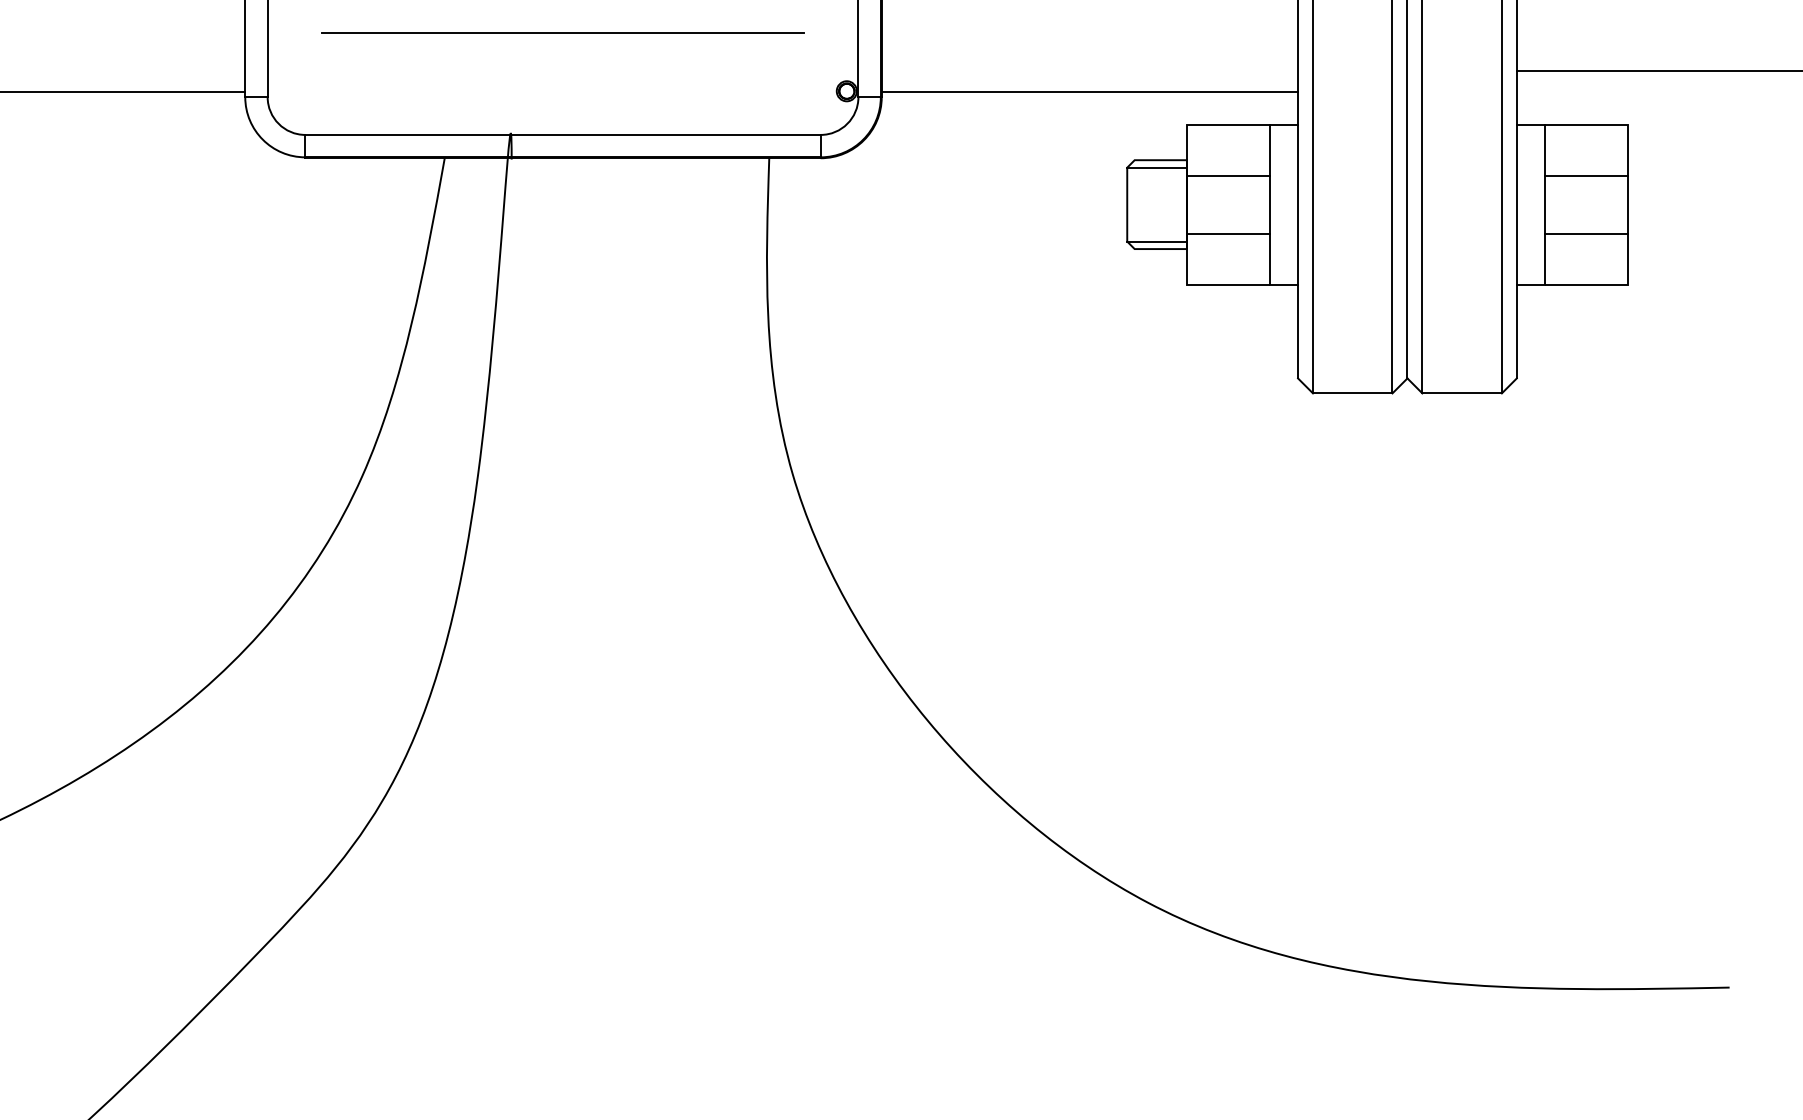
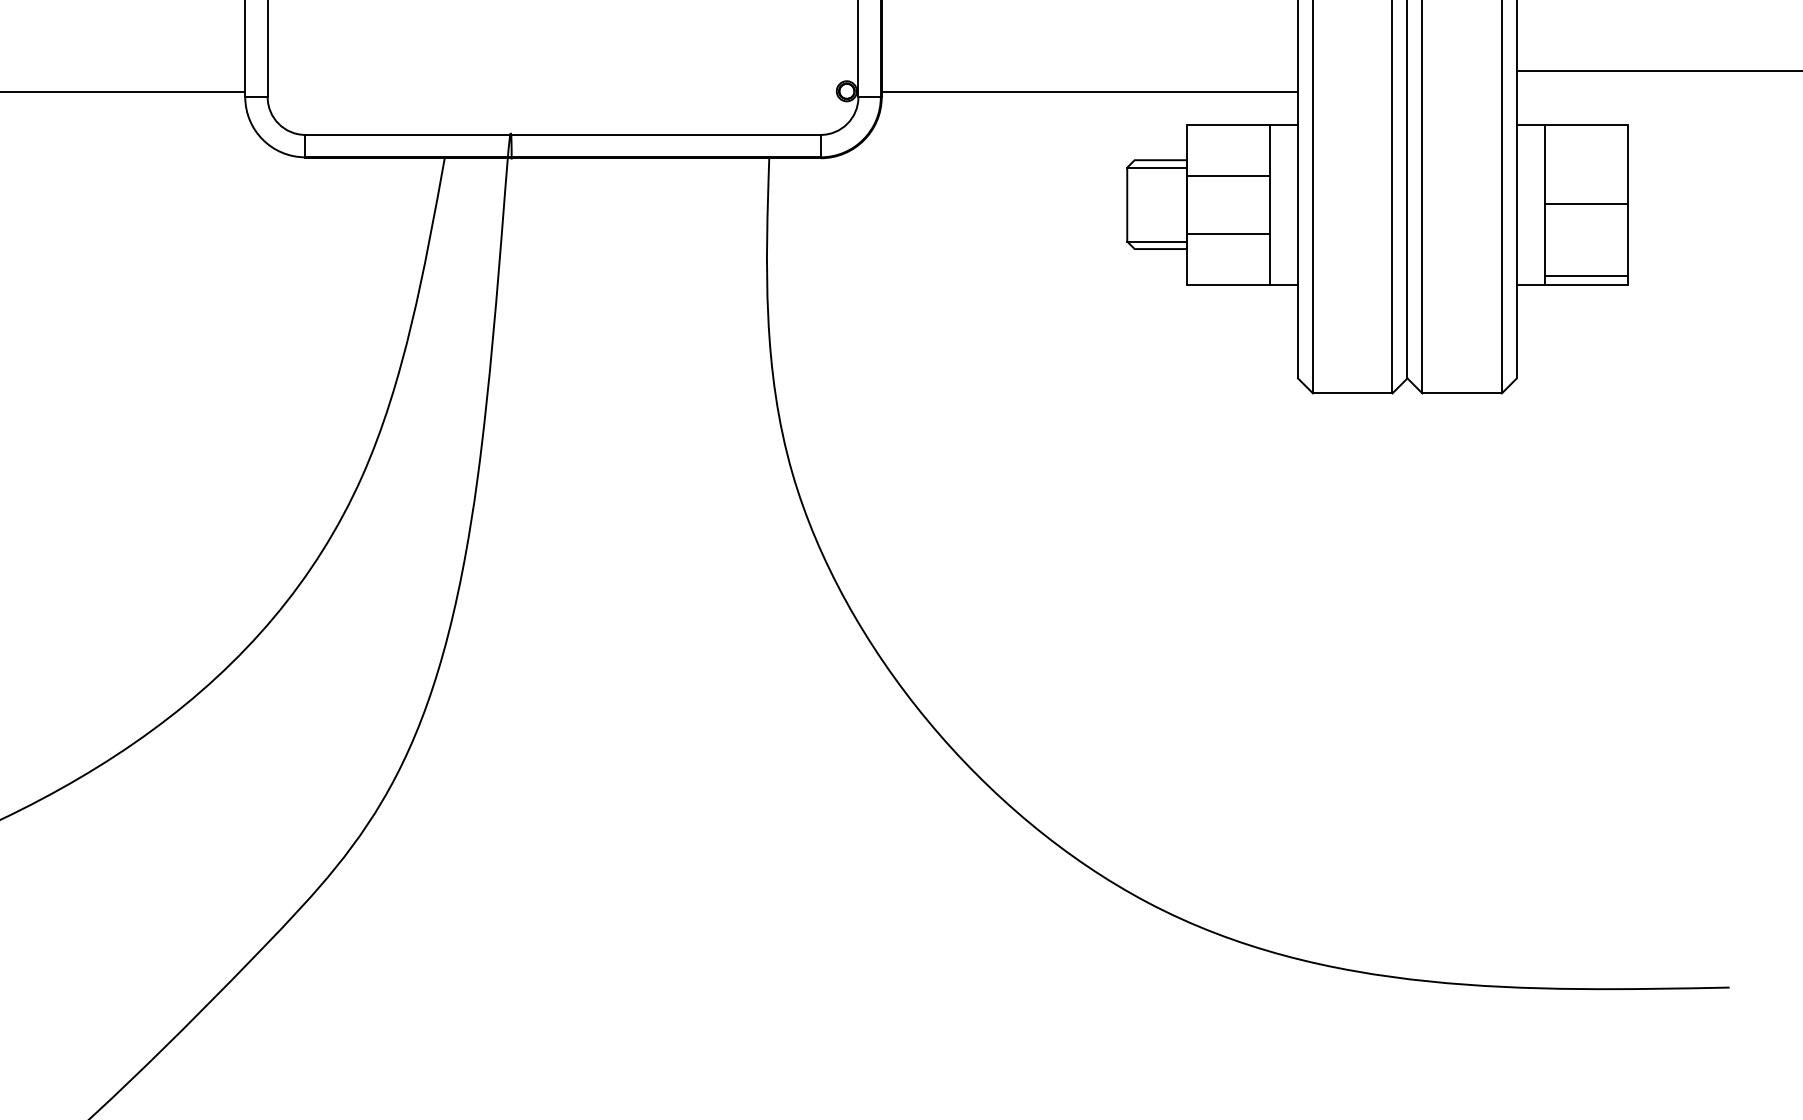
line at (562, 32): present -> none
line at (1586, 176) position: (1586, 176) -> (1586, 204)
line at (1586, 233) position: (1586, 233) -> (1586, 275)
